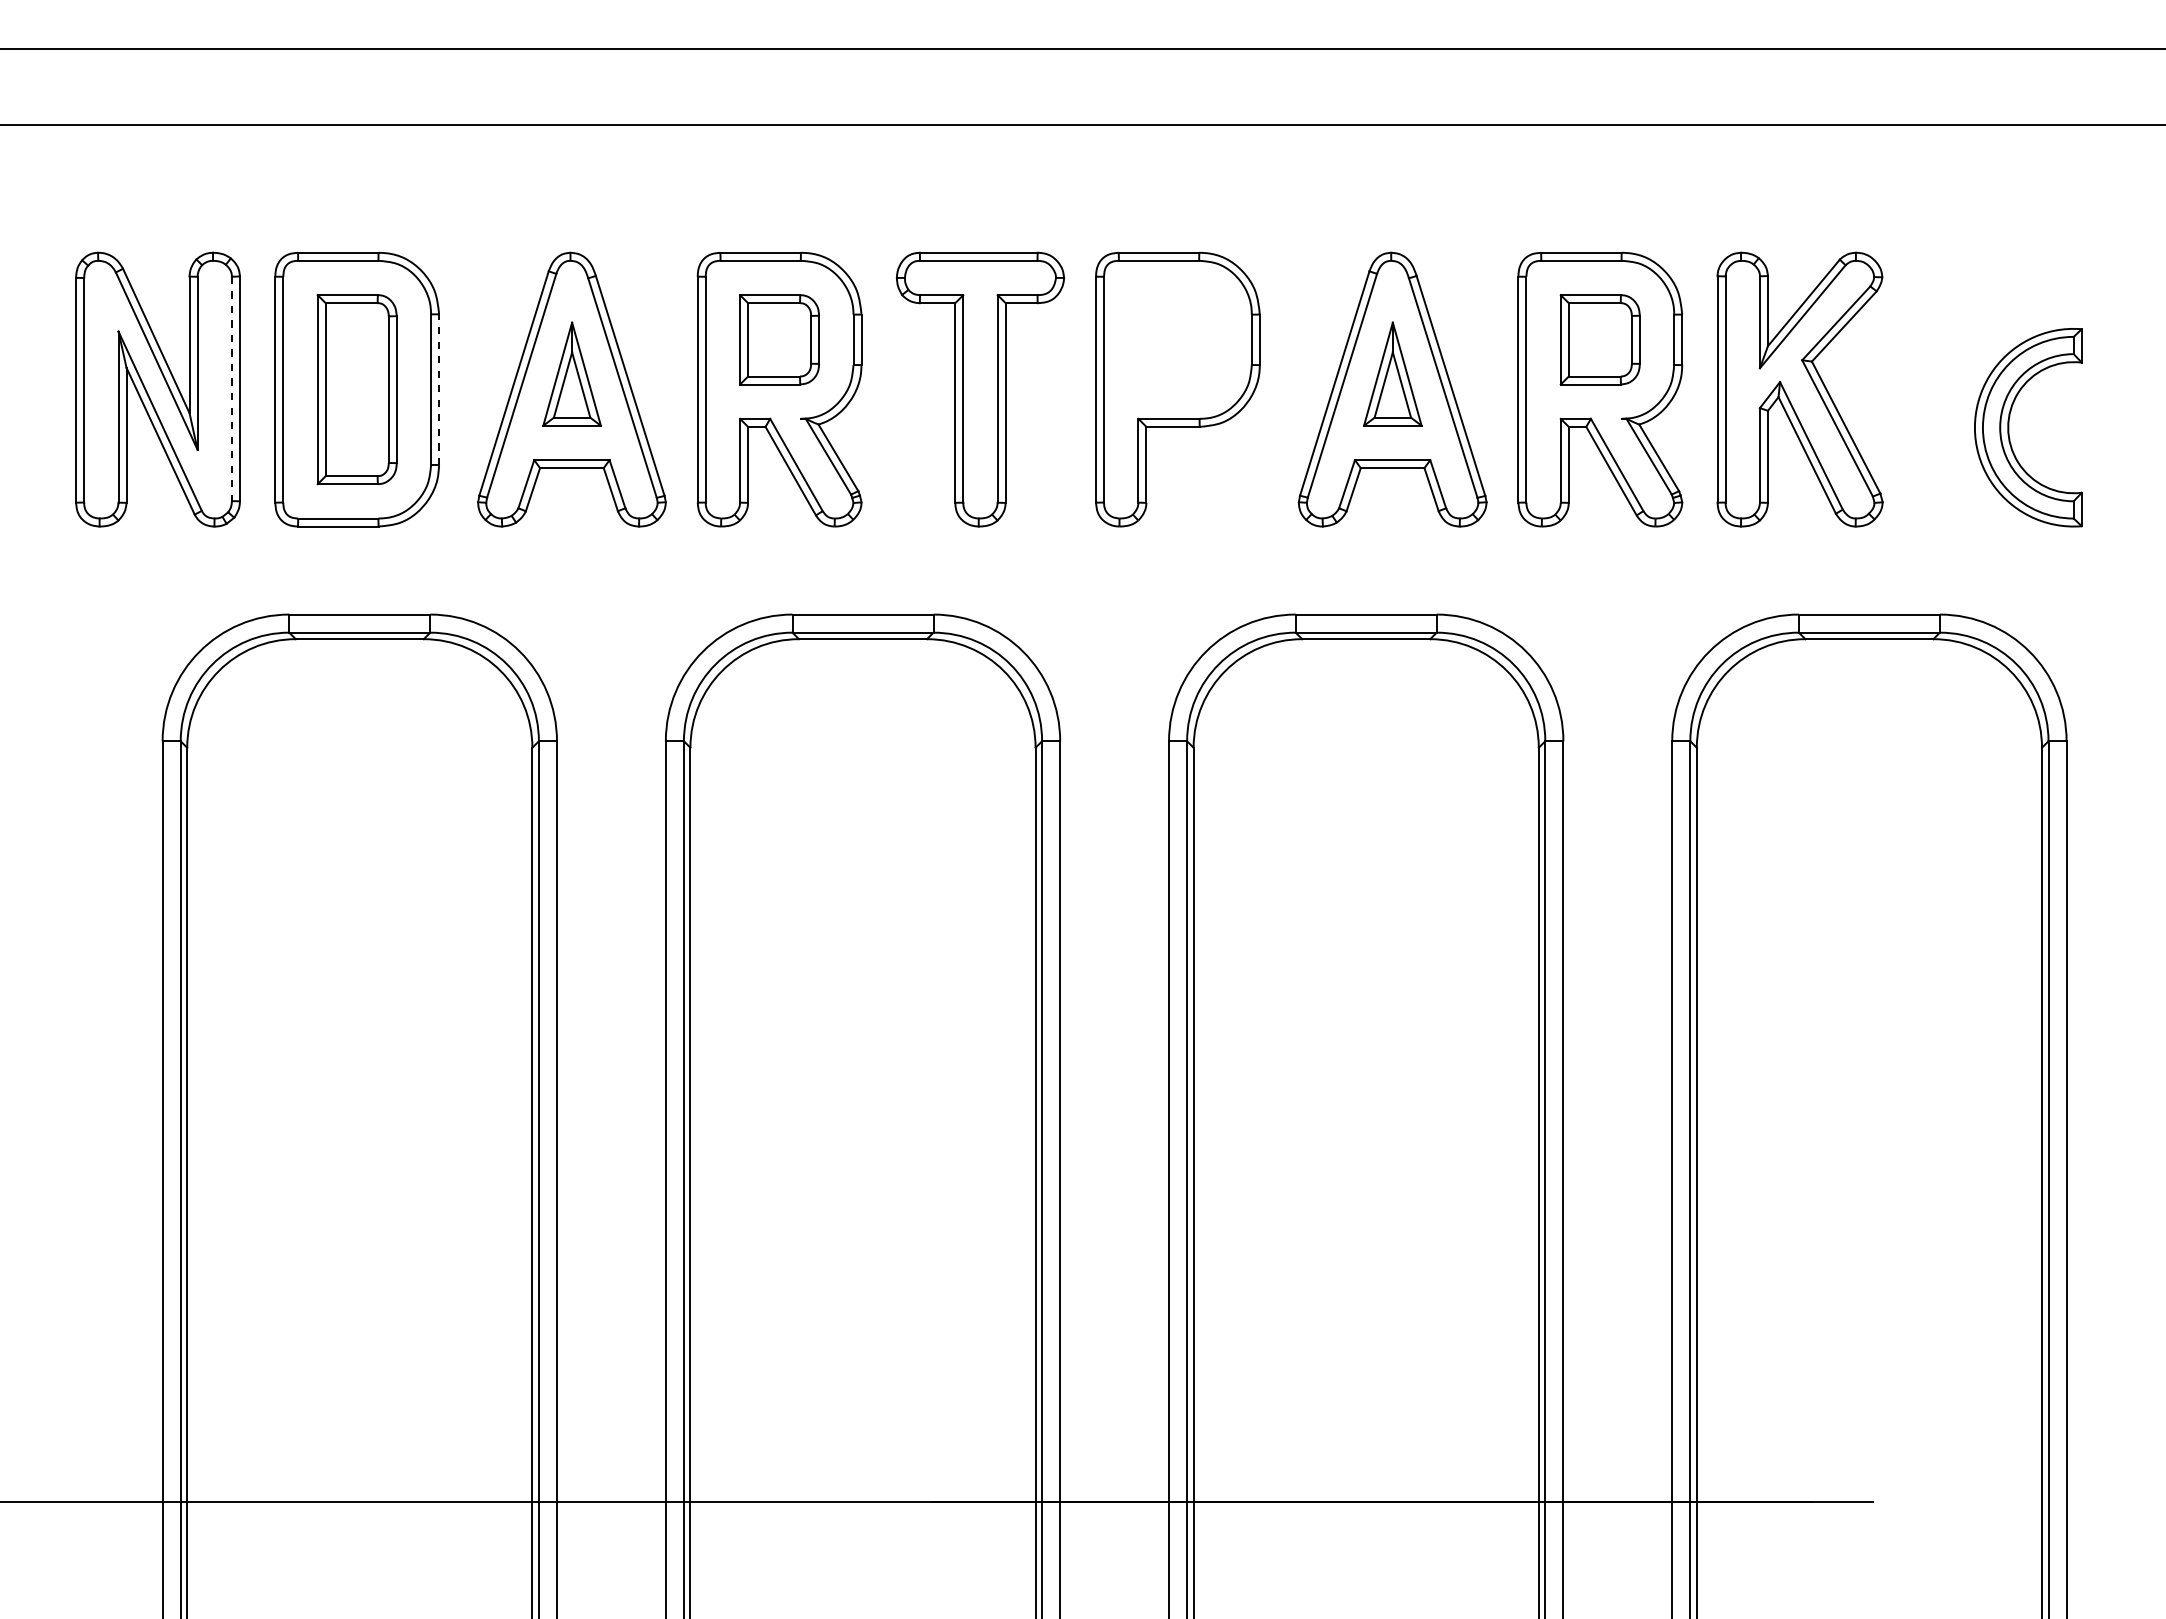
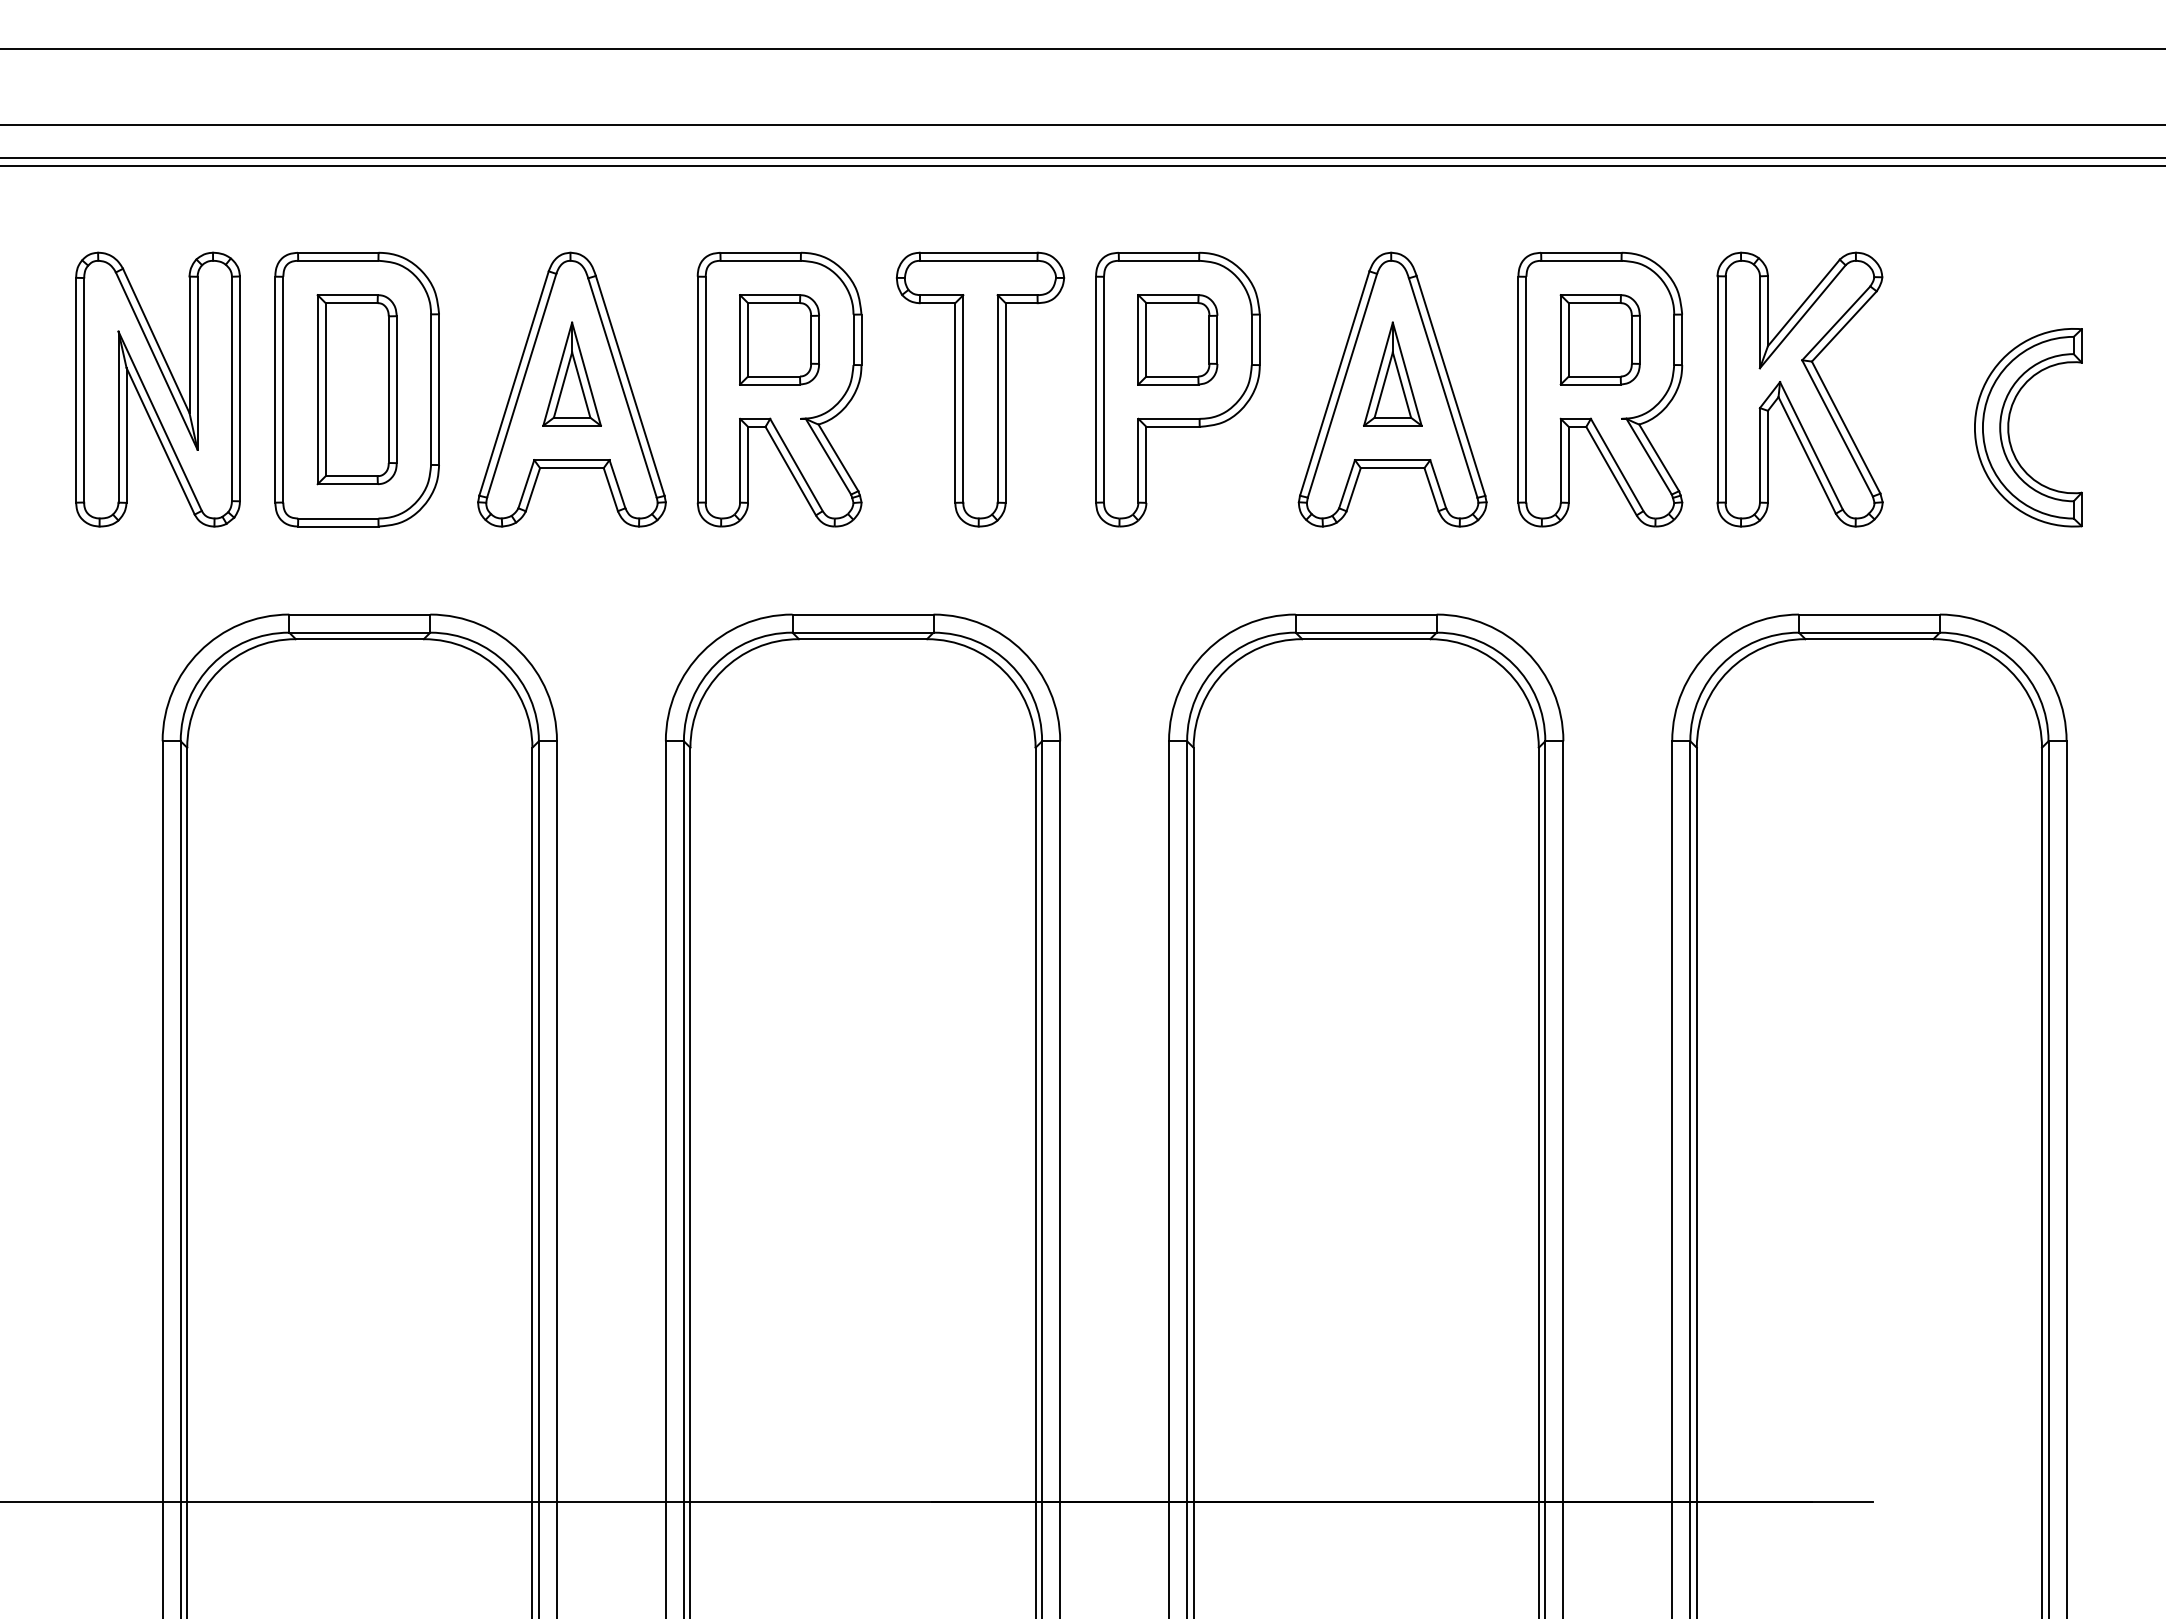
line at (1082, 157): none -> present
line at (1082, 165): none -> present
part at (1177, 339): none -> present
line at (231, 389): dashed -> solid
line at (439, 389): dashed -> solid
